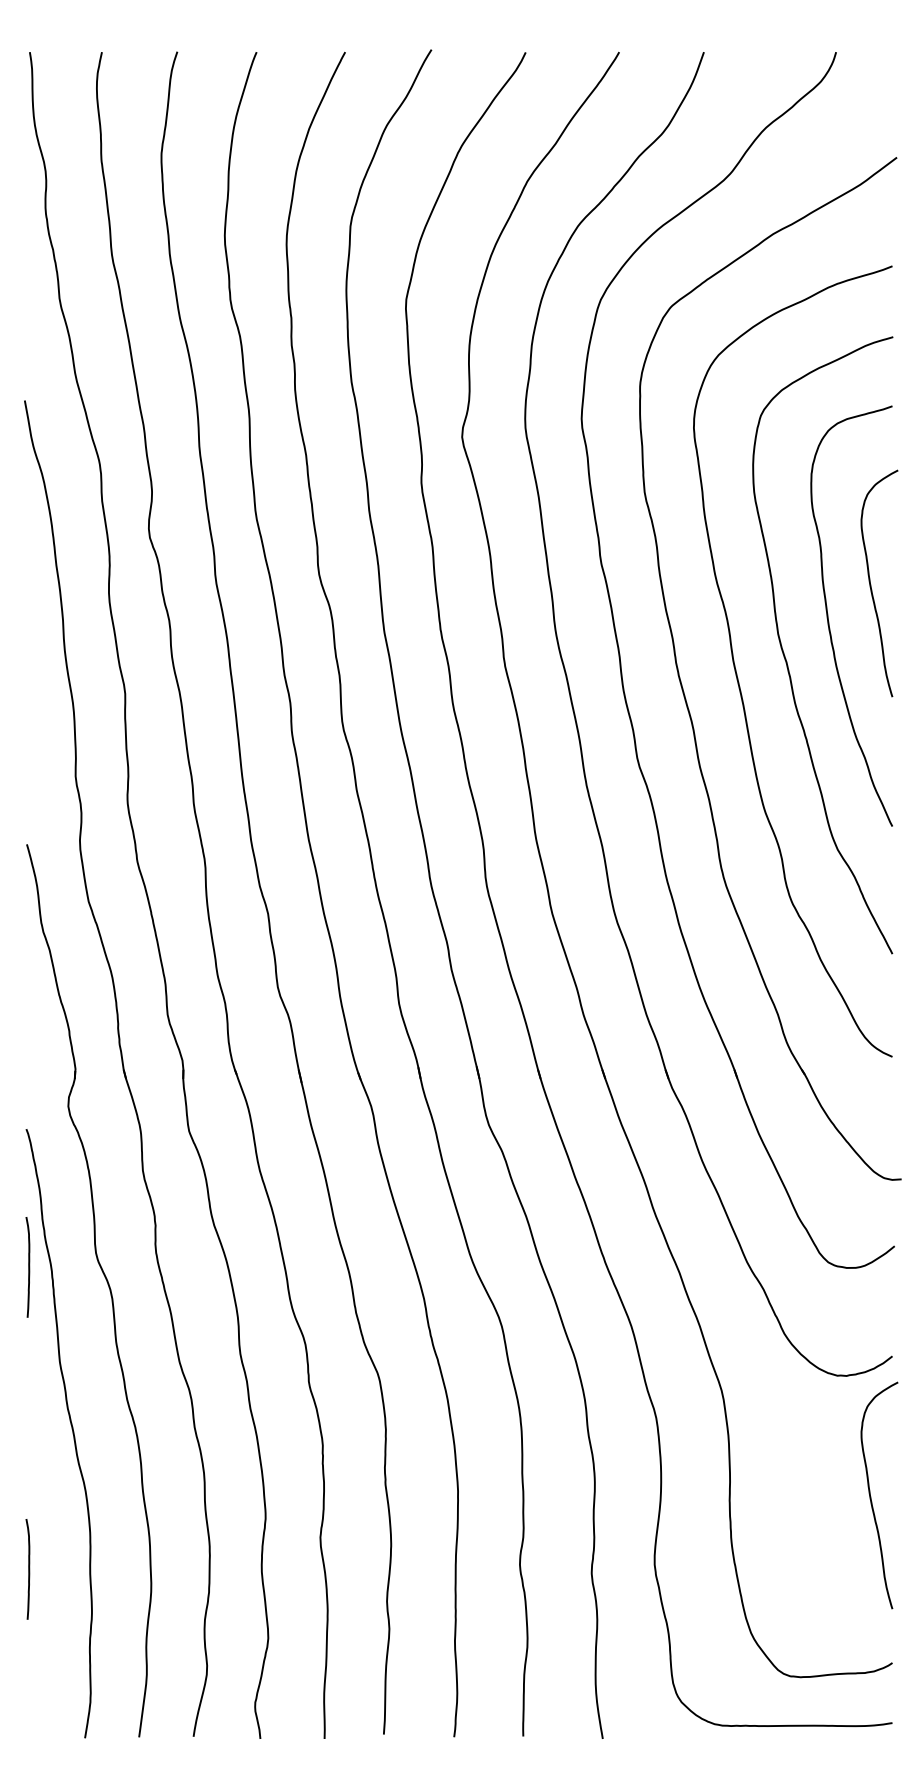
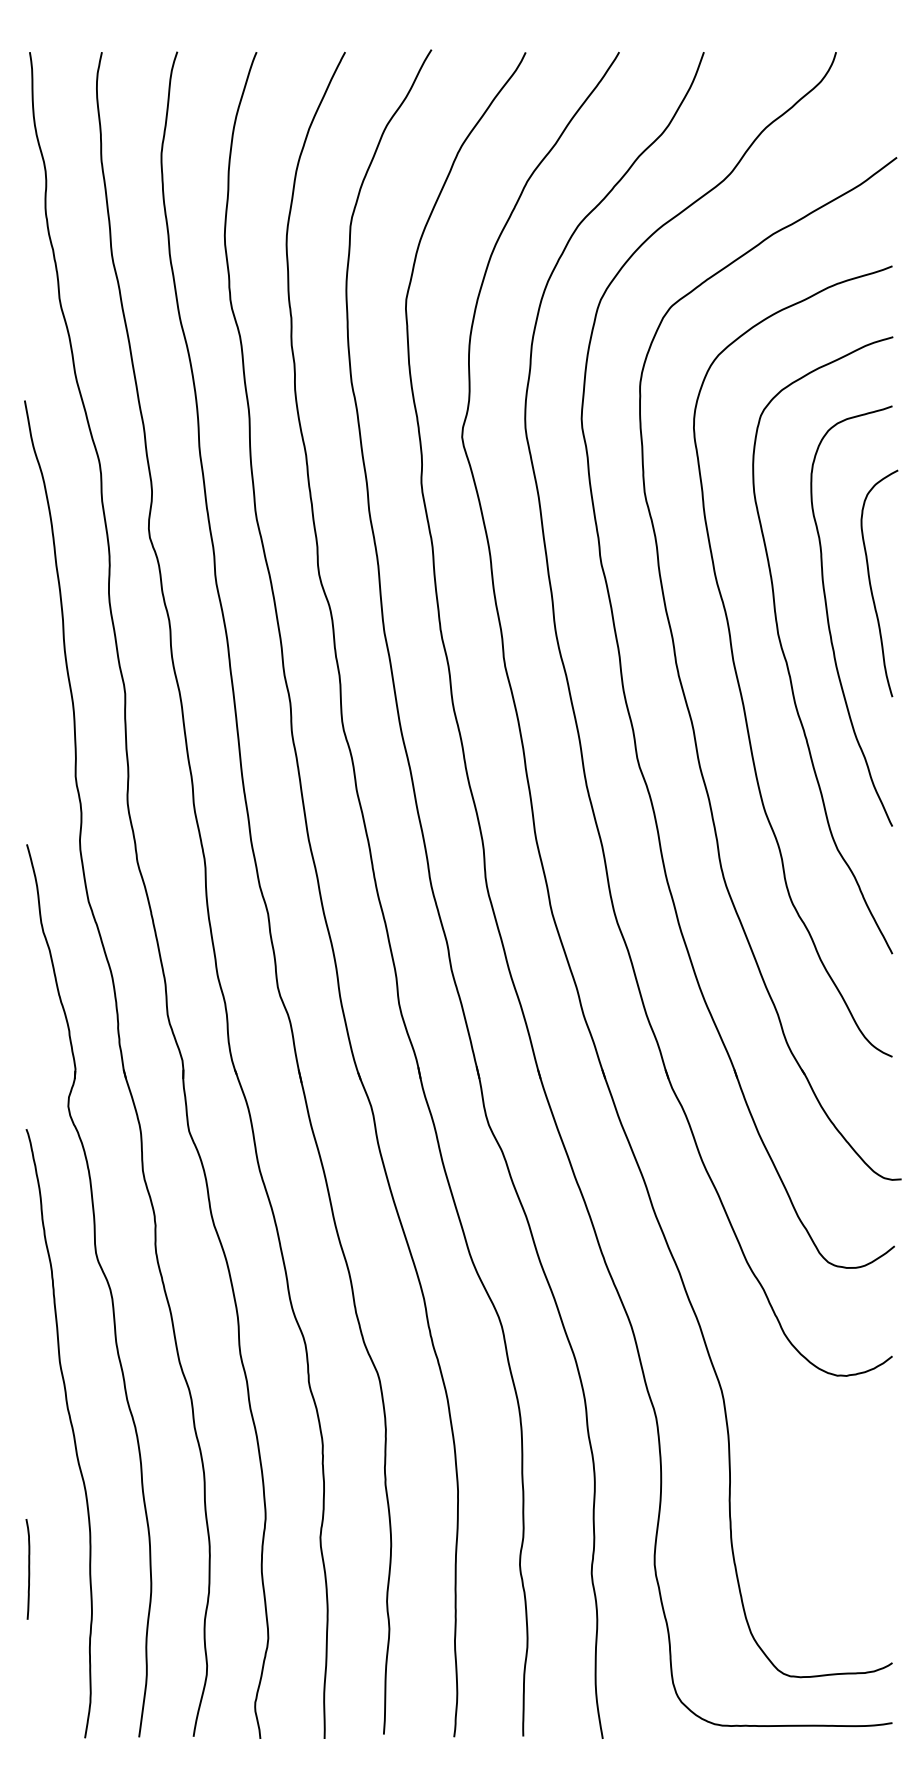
curve at (28, 1267): present -> none
curve at (871, 1496): present -> none
